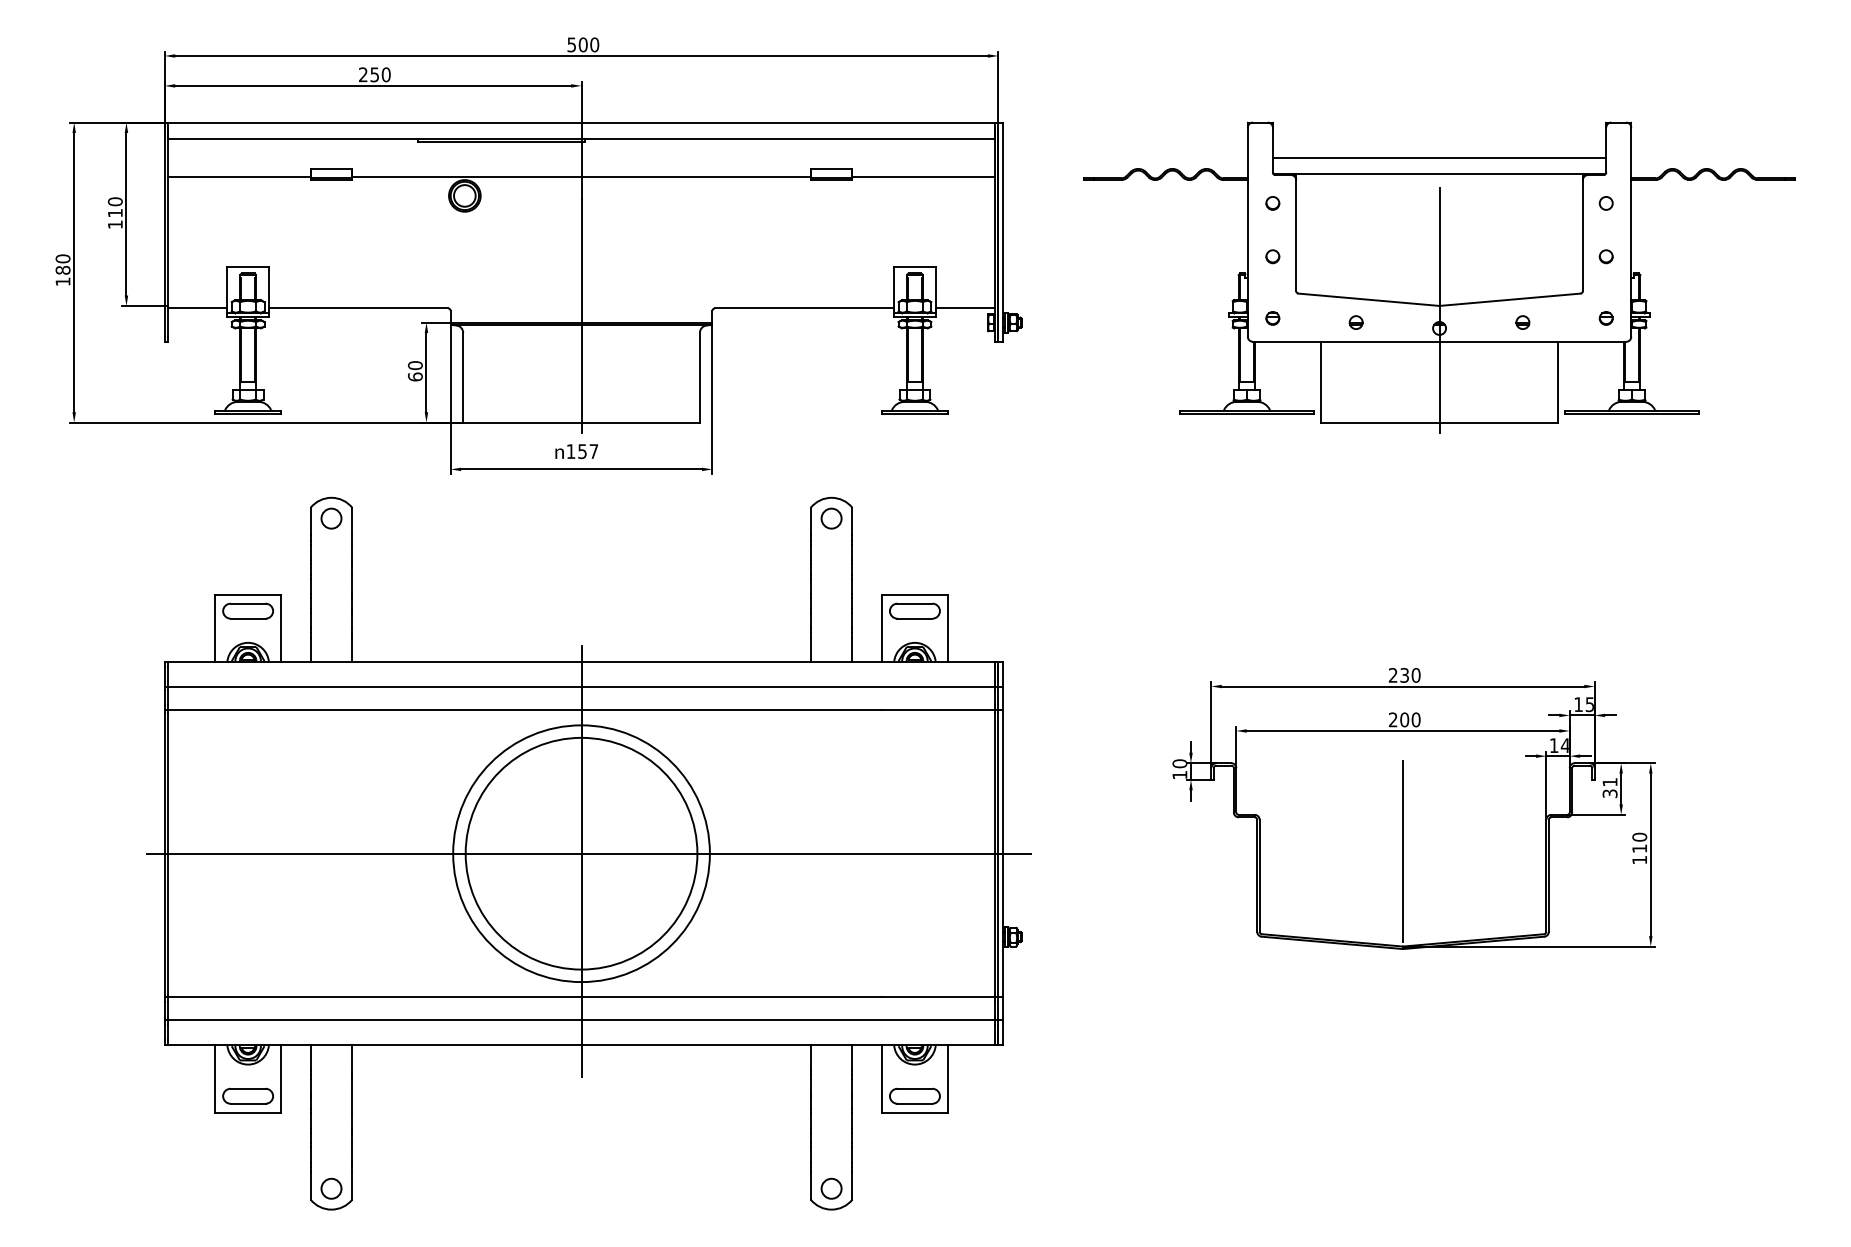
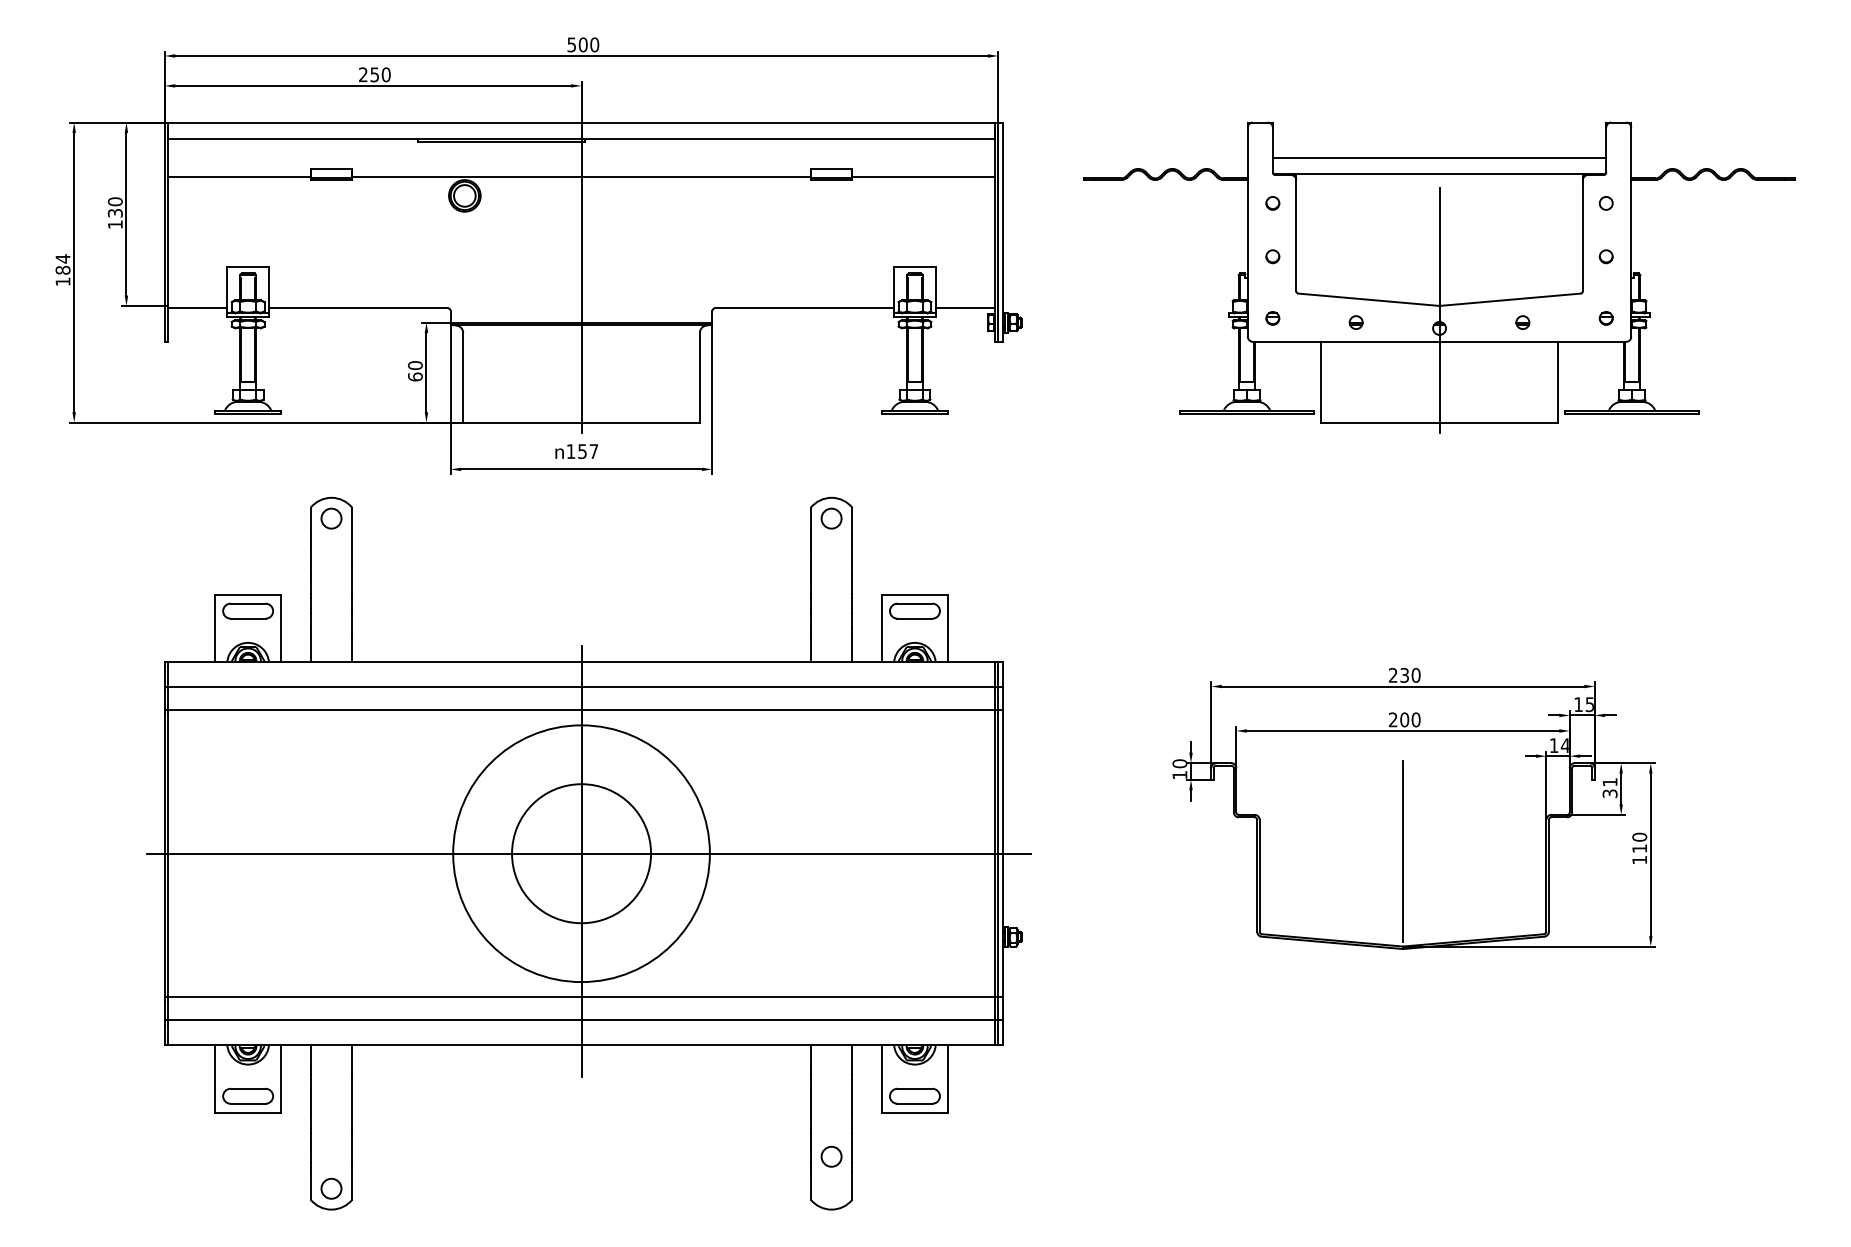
text at (114, 213): 110 -> 130
text at (62, 258): 180 -> 184
circle at (581, 853) diameter: 232 px -> 139 px
circle at (831, 1188) position: (831, 1188) -> (831, 1156)
